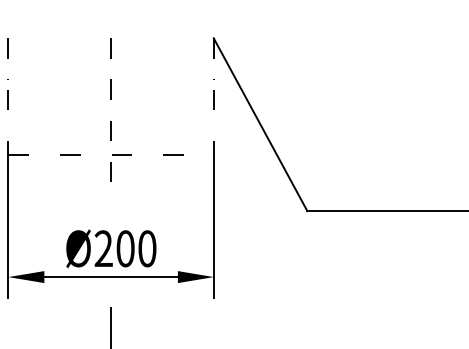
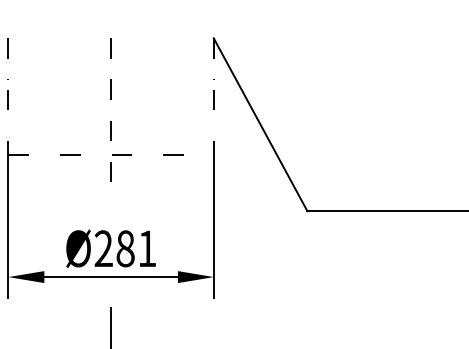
text at (136, 248): Ø200 -> Ø281
